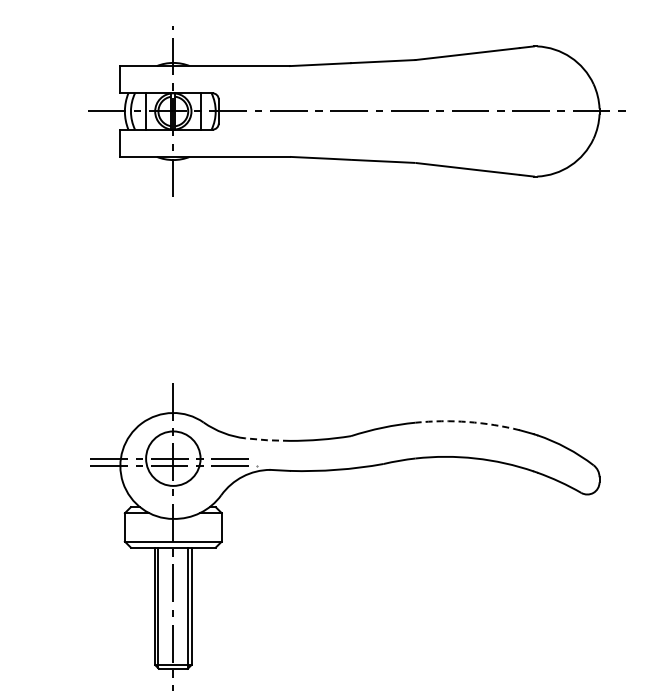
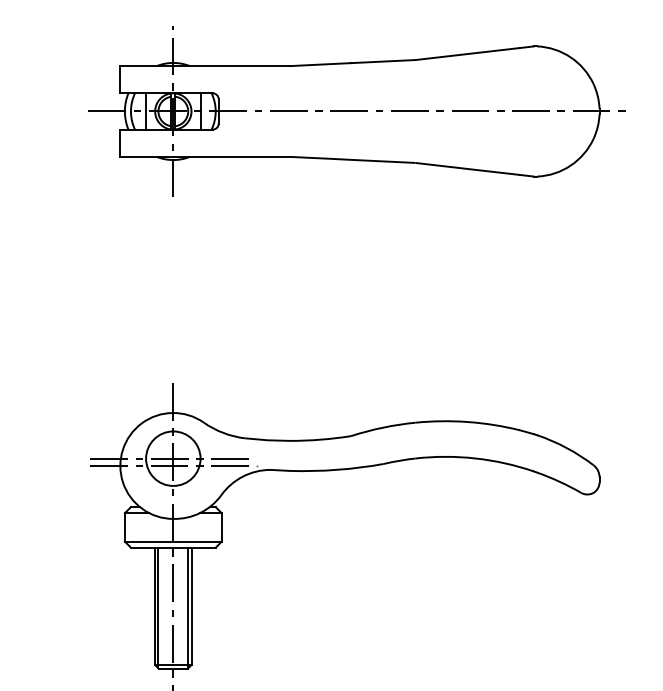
arc at (468, 422): dashed -> solid
line at (267, 440): dashed -> solid
